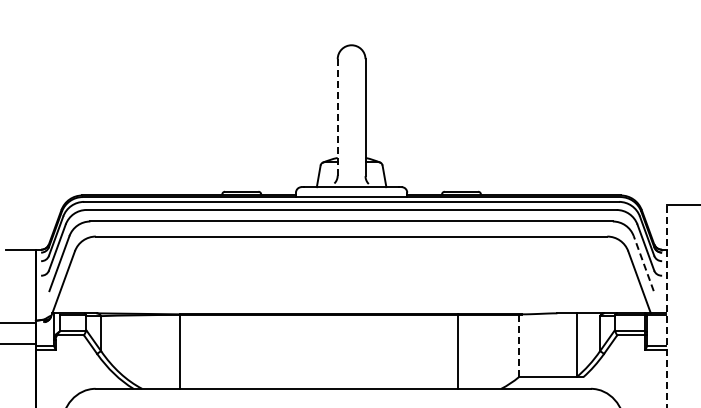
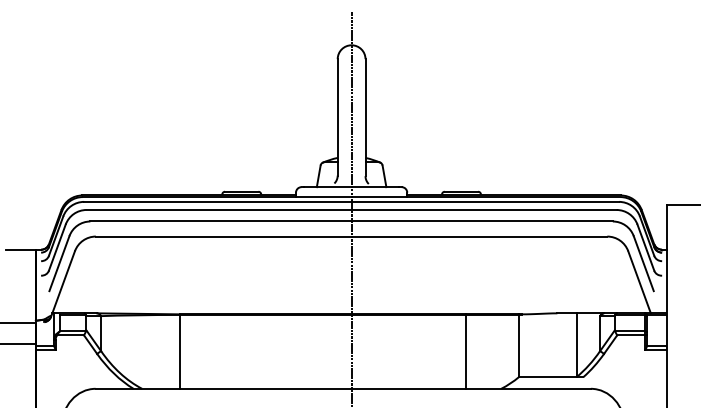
line at (337, 117): dashed -> solid
line at (351, 208): none -> present
line at (643, 263): dashed -> solid
line at (667, 305): dashed -> solid
line at (518, 345): dashed -> solid
line at (457, 351) position: (457, 351) -> (465, 351)
